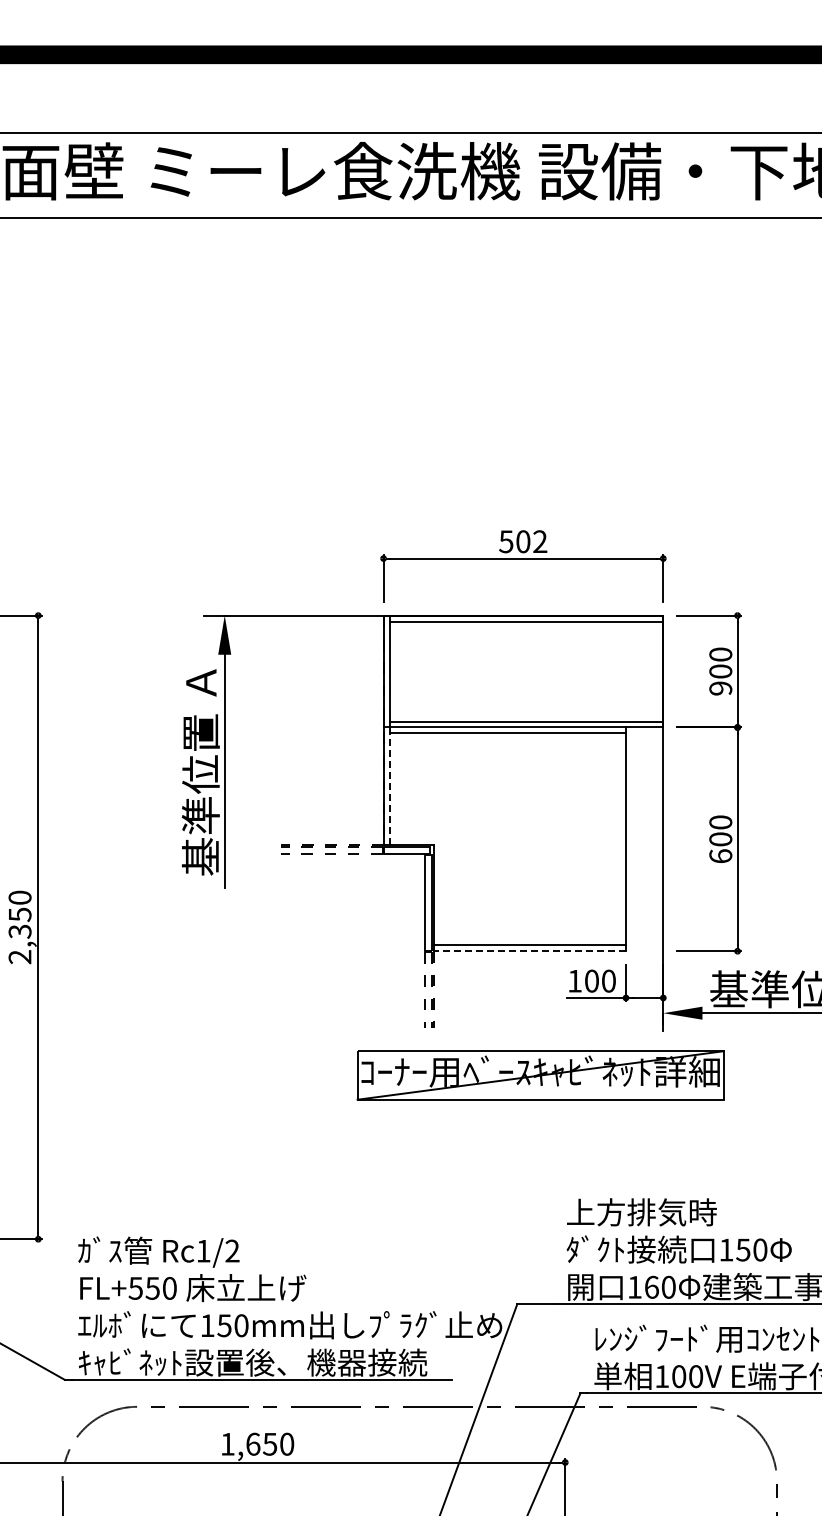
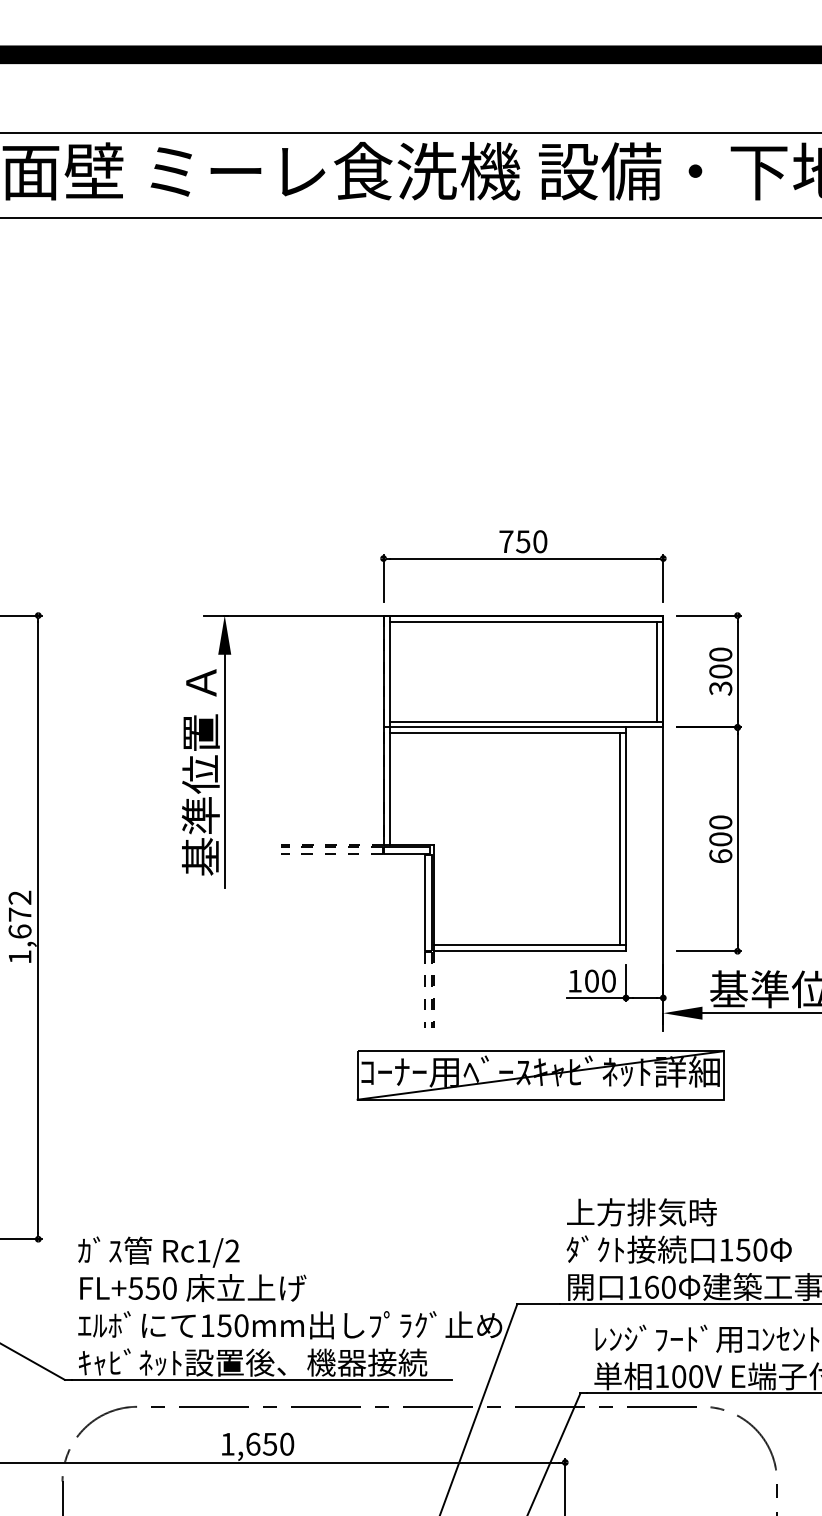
text at (523, 541): 502 -> 750
line at (656, 671): none -> present
text at (720, 688): 900 -> 300
line at (389, 786): dashed -> solid
line at (620, 839): none -> present
text at (19, 927): 2,350 -> 1,672
line at (529, 951): dashed -> solid
